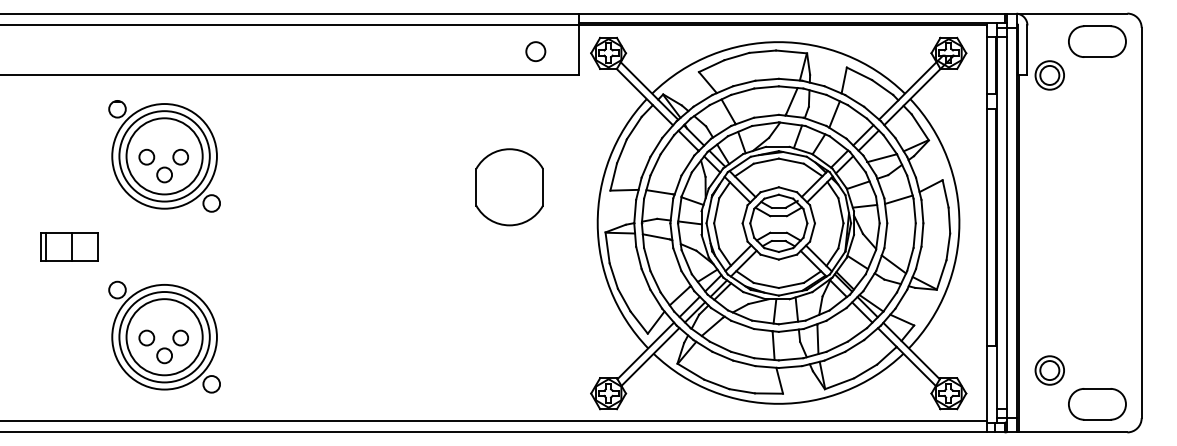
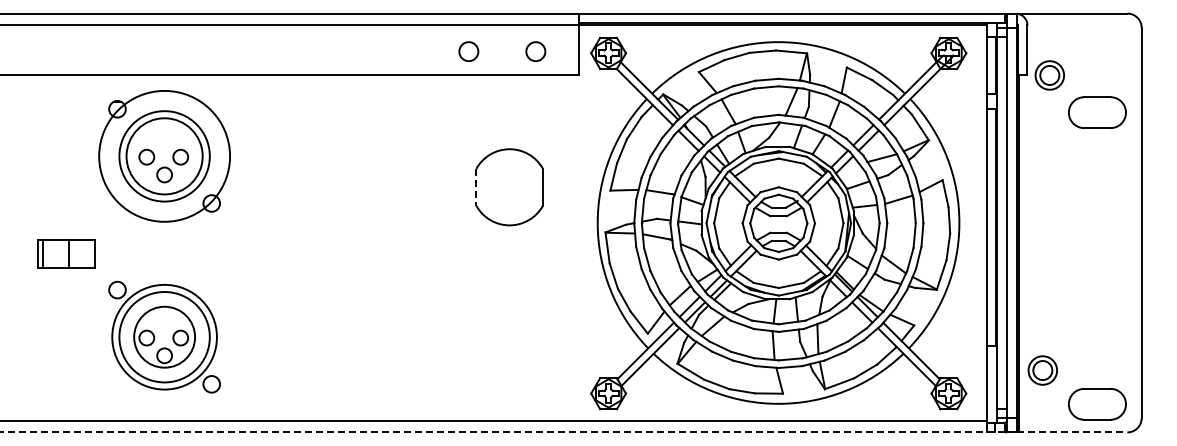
part at (1097, 41) position: (1097, 41) -> (1097, 112)
circle at (468, 51): none -> present
circle at (164, 156) diameter: 105 px -> 131 px
line at (476, 187): solid -> dashed
part at (69, 246) position: (69, 246) -> (66, 253)
circle at (164, 337) diameter: 76 px -> 61 px
part at (1049, 370) position: (1049, 370) -> (1042, 370)
line at (502, 432): solid -> dashed
line at (1072, 432): solid -> dashed
